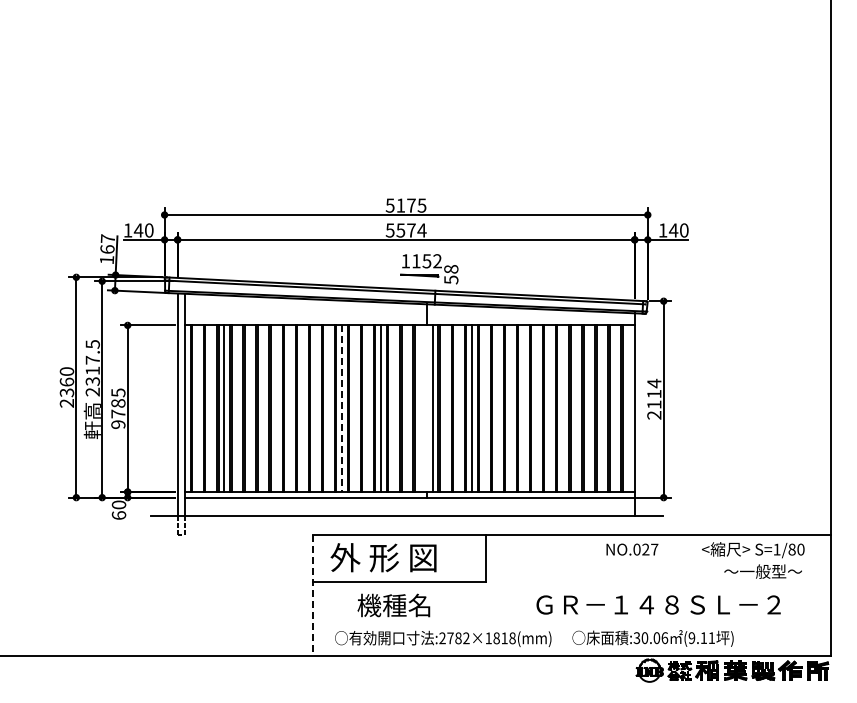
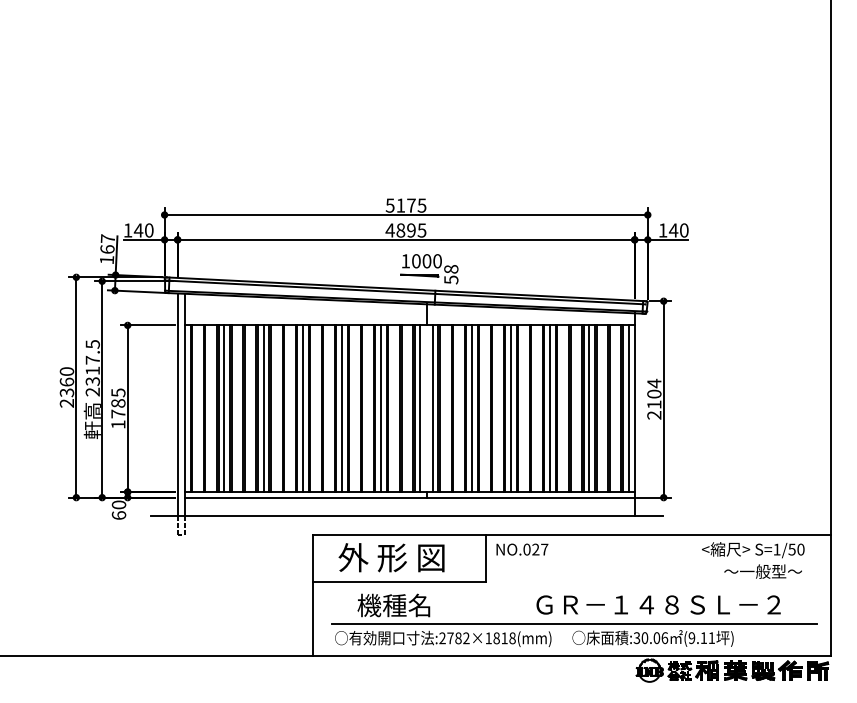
text at (405, 230): 5574 -> 4895
text at (426, 261): 1152 -> 1000
text at (654, 393): 2114 -> 2104
line at (263, 408): none -> present
line at (302, 408): none -> present
line at (420, 408): none -> present
line at (511, 408): none -> present
line at (550, 408): none -> present
line at (589, 408): none -> present
line at (628, 408): none -> present
line at (342, 409): dashed -> solid
text at (118, 424): 9785 -> 1785
text at (632, 549) position: (632, 549) -> (522, 549)
text at (791, 549): S=1/80 -> S=1/50
text at (383, 557) position: (383, 557) -> (391, 557)
line at (313, 595): dashed -> solid
line at (574, 624): none -> present
